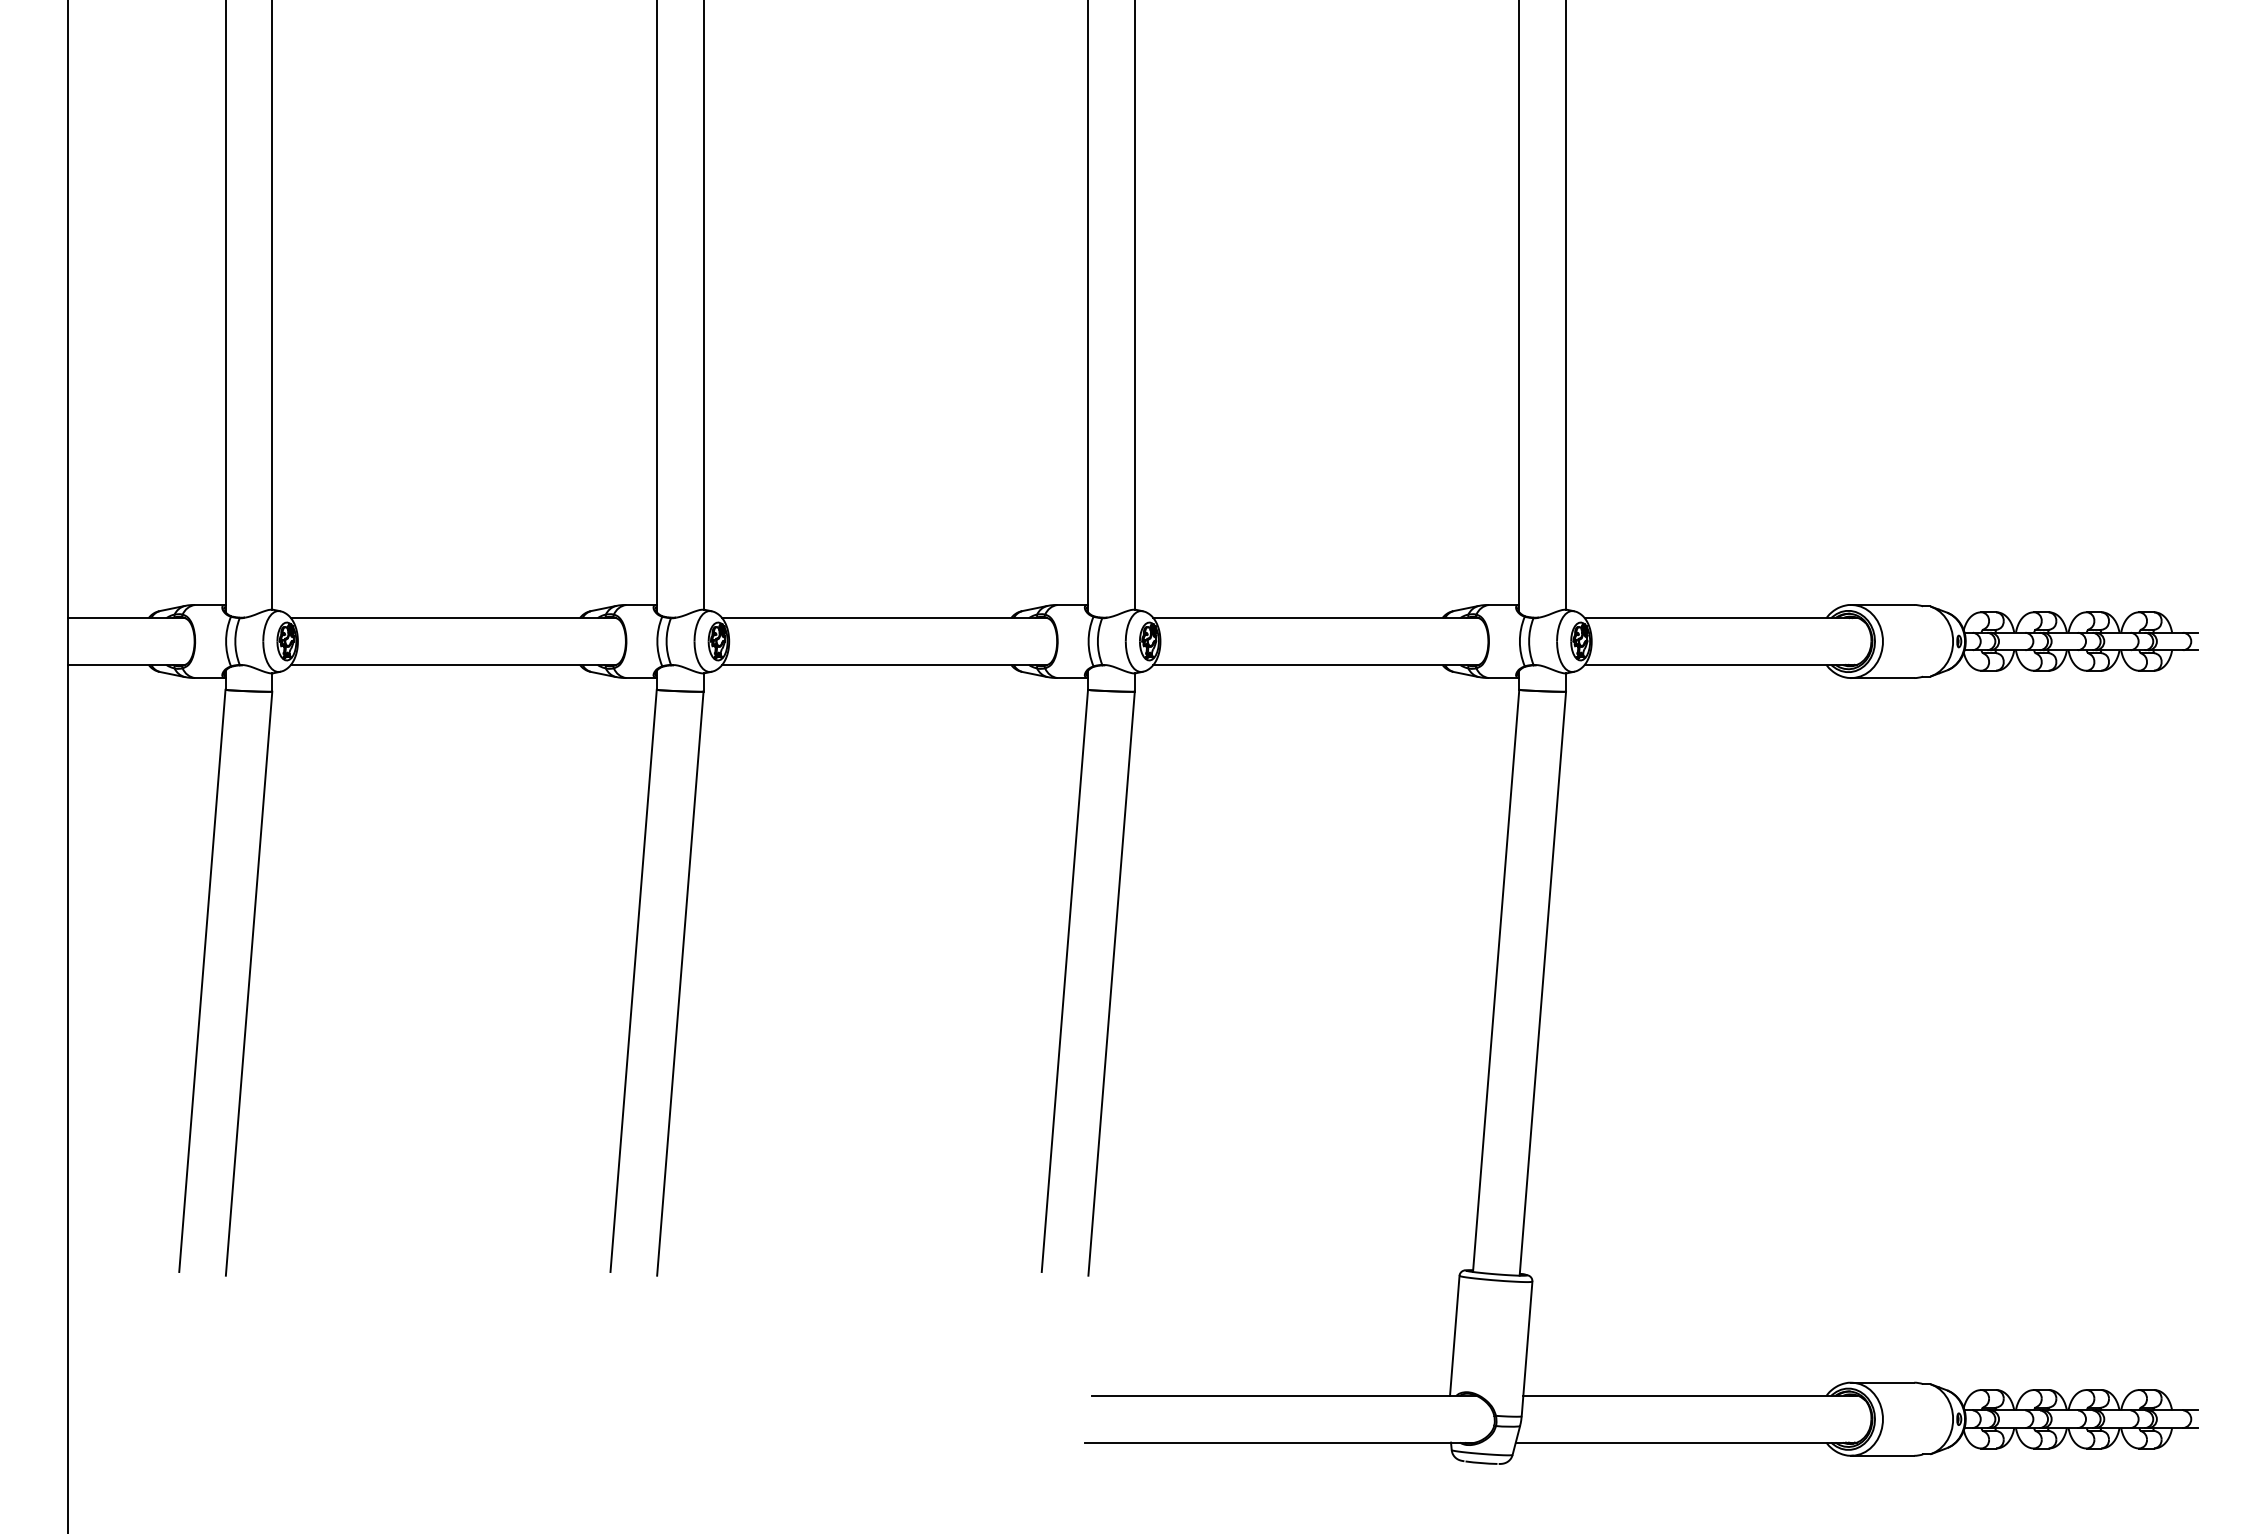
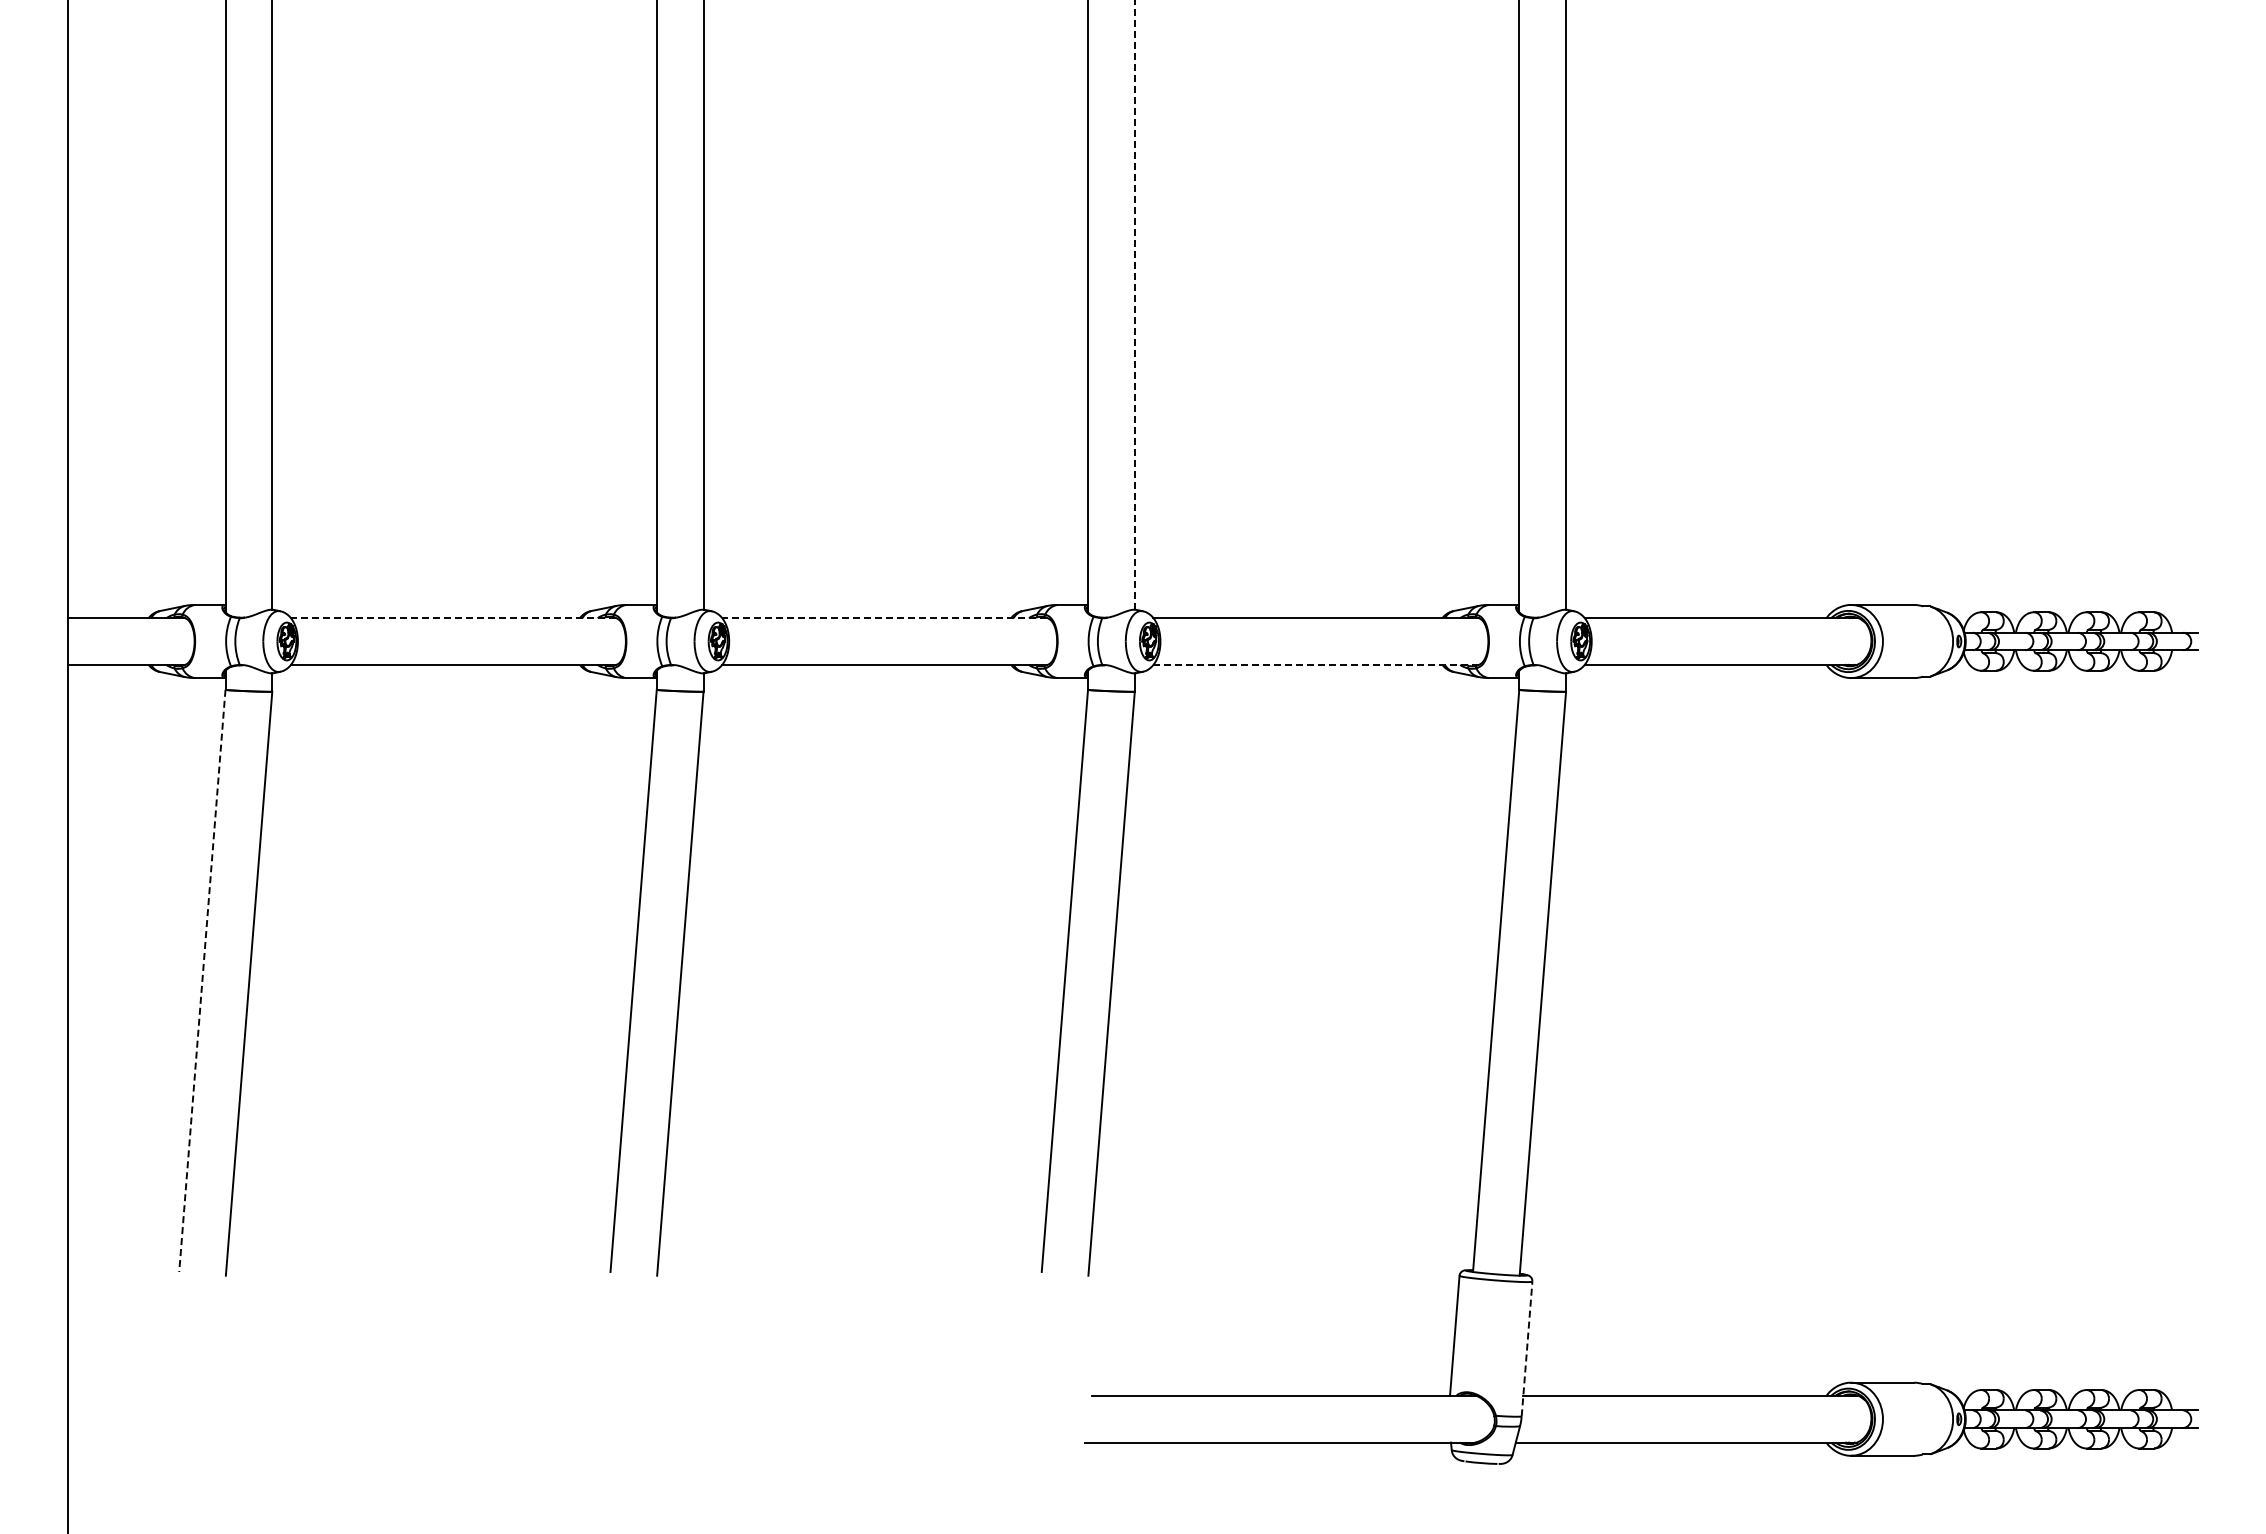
line at (1134, 305): solid -> dashed
line at (453, 618): solid -> dashed
line at (884, 618): solid -> dashed
line at (1316, 664): solid -> dashed
line at (202, 981): solid -> dashed
line at (1527, 1348): solid -> dashed
